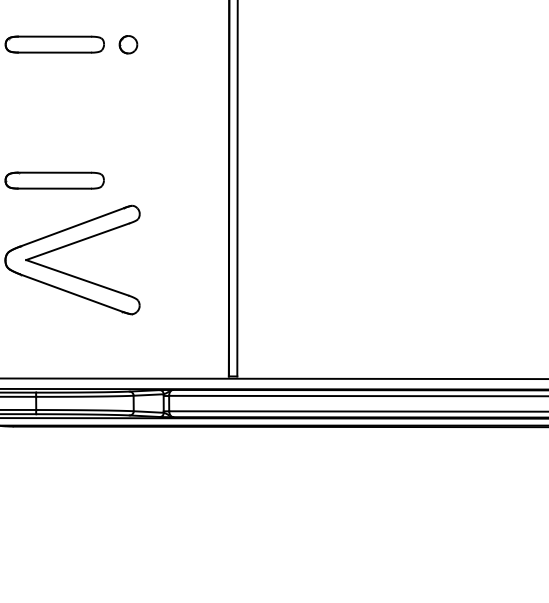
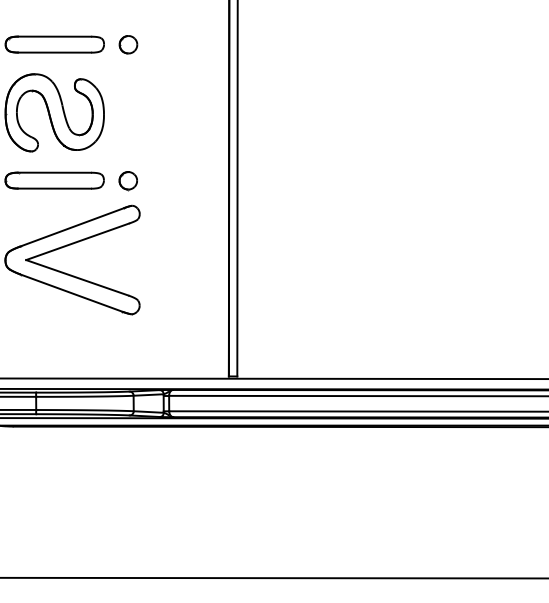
part at (54, 112): none -> present
part at (127, 181): none -> present
line at (273, 577): none -> present
